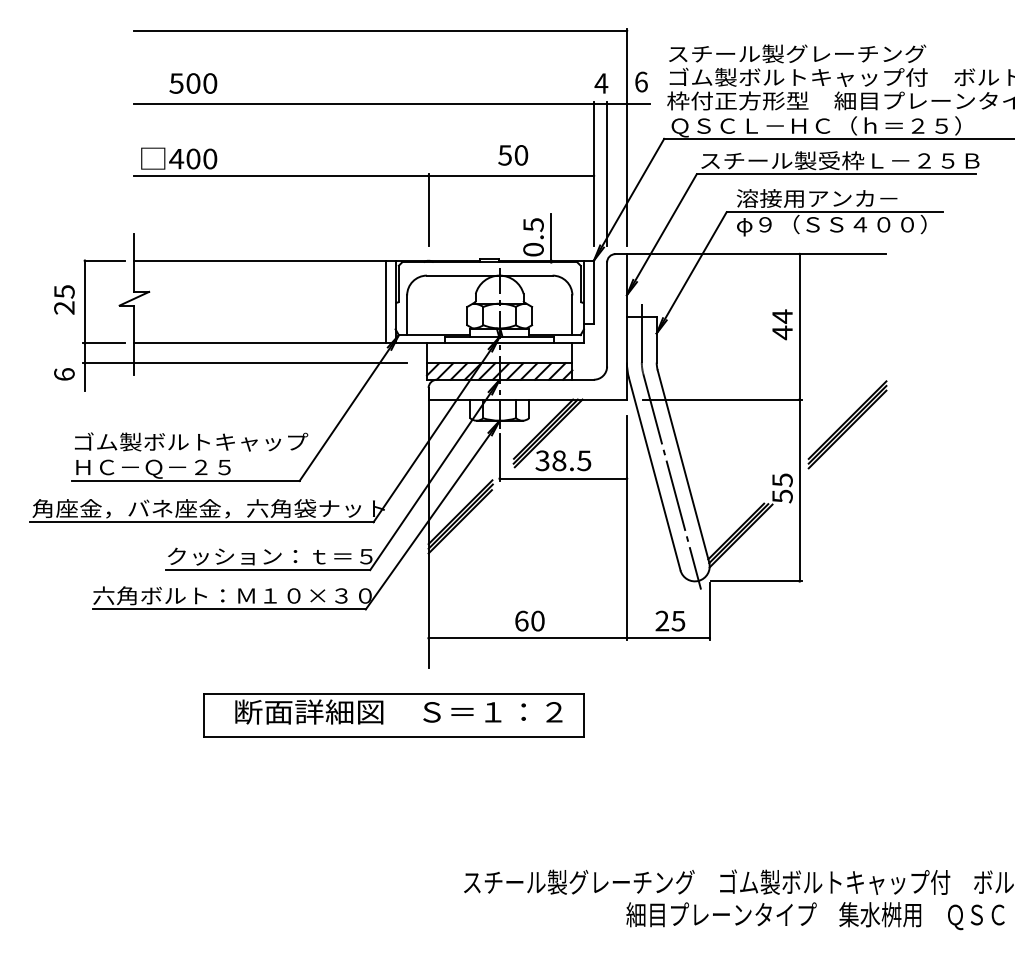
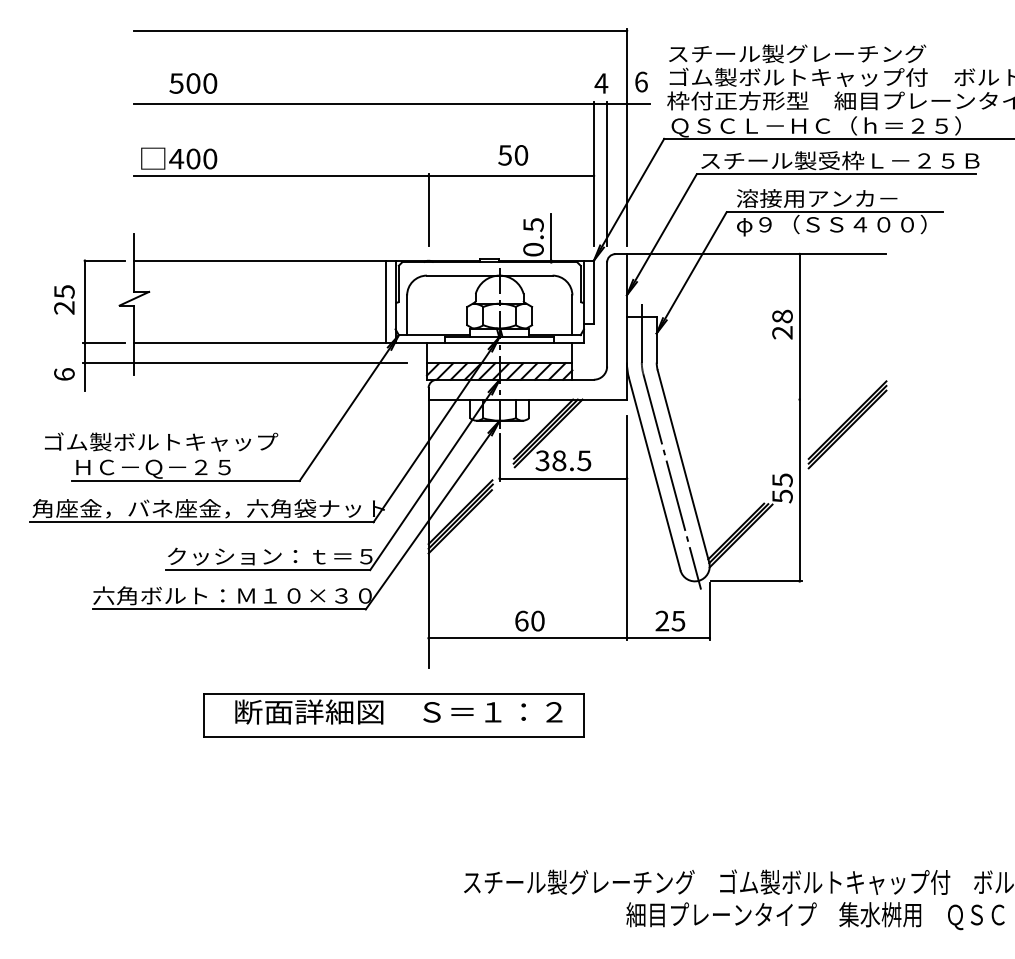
text at (782, 324): 44 -> 28
line at (722, 399): present -> none
text at (191, 441) position: (191, 441) -> (161, 441)
